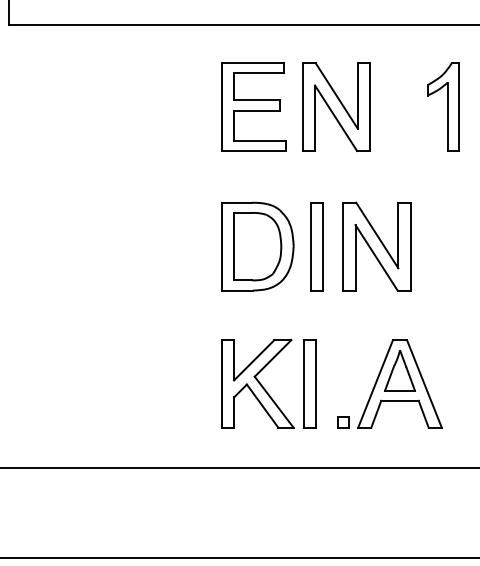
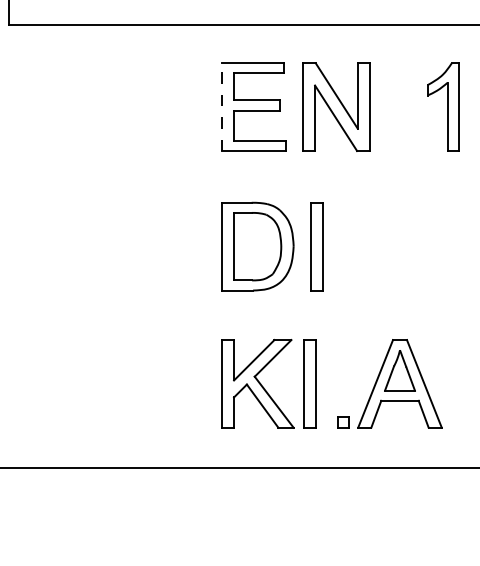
line at (221, 107): solid -> dashed
part at (376, 246): present -> none
line at (239, 558): present -> none
